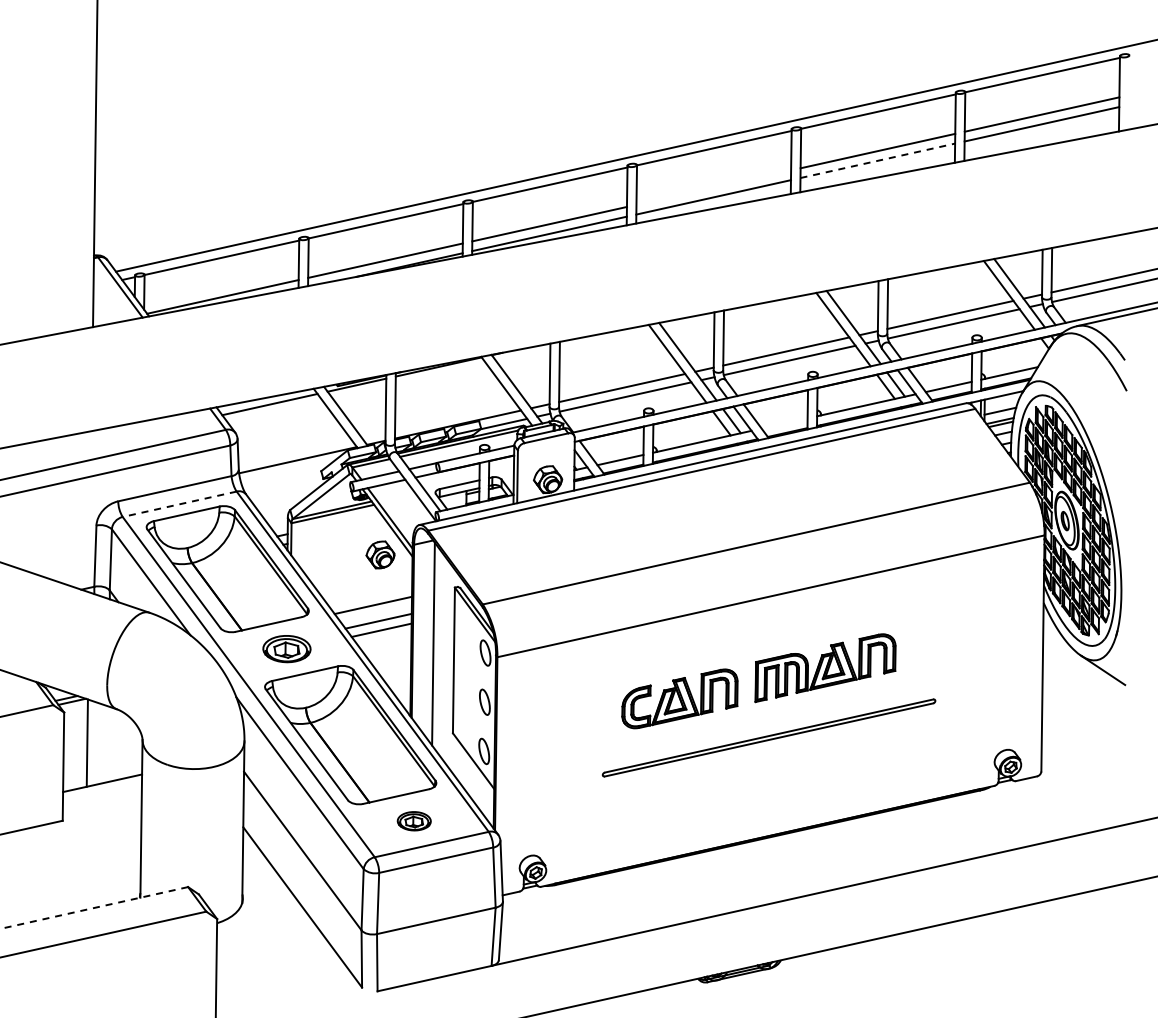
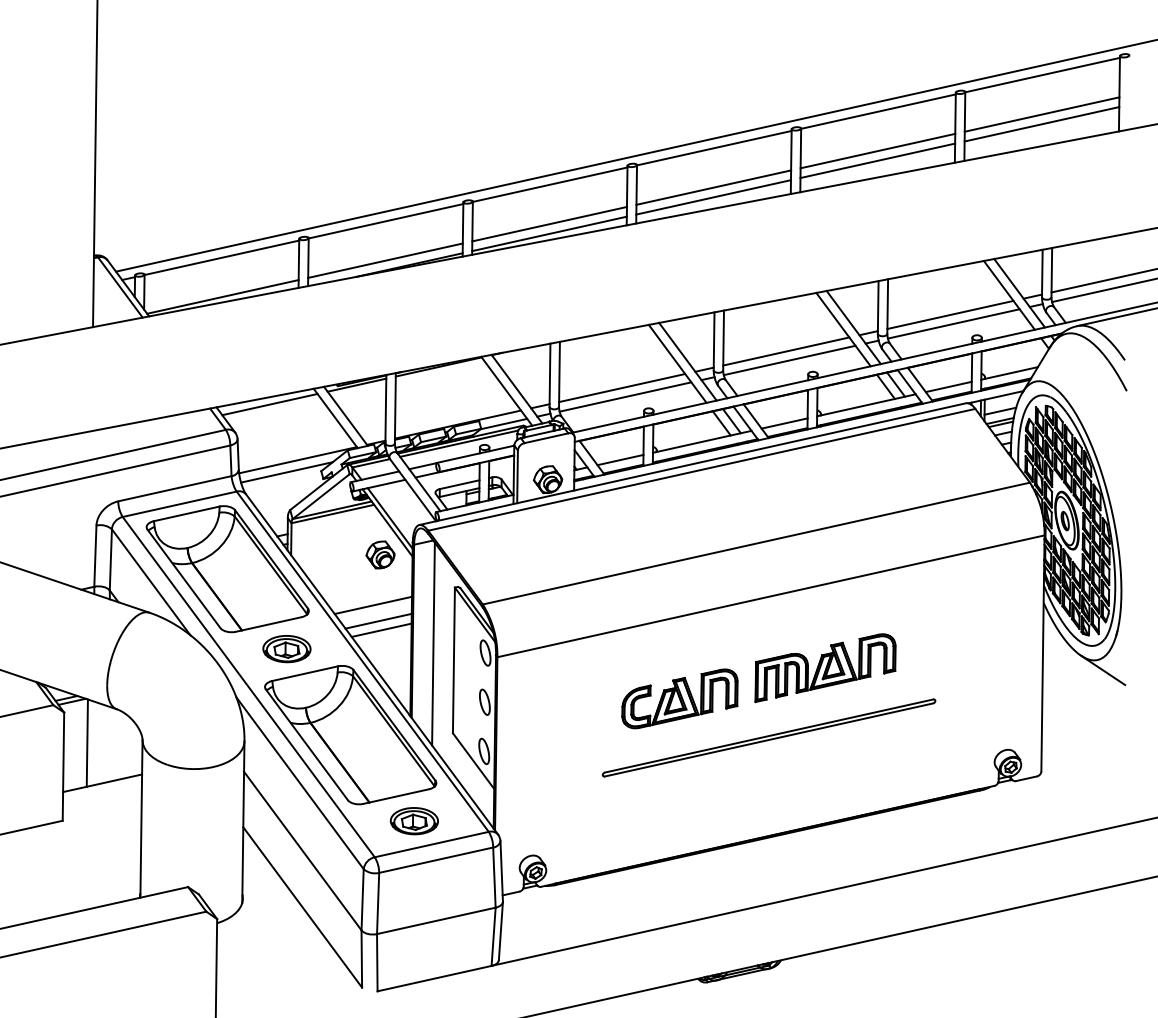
line at (878, 160): dashed -> solid
line at (713, 187): none -> present
line at (784, 423): none -> present
line at (286, 472): none -> present
line at (179, 504): dashed -> solid
part at (413, 821) size: 36x21 px -> 50x29 px
line at (94, 907): dashed -> solid
